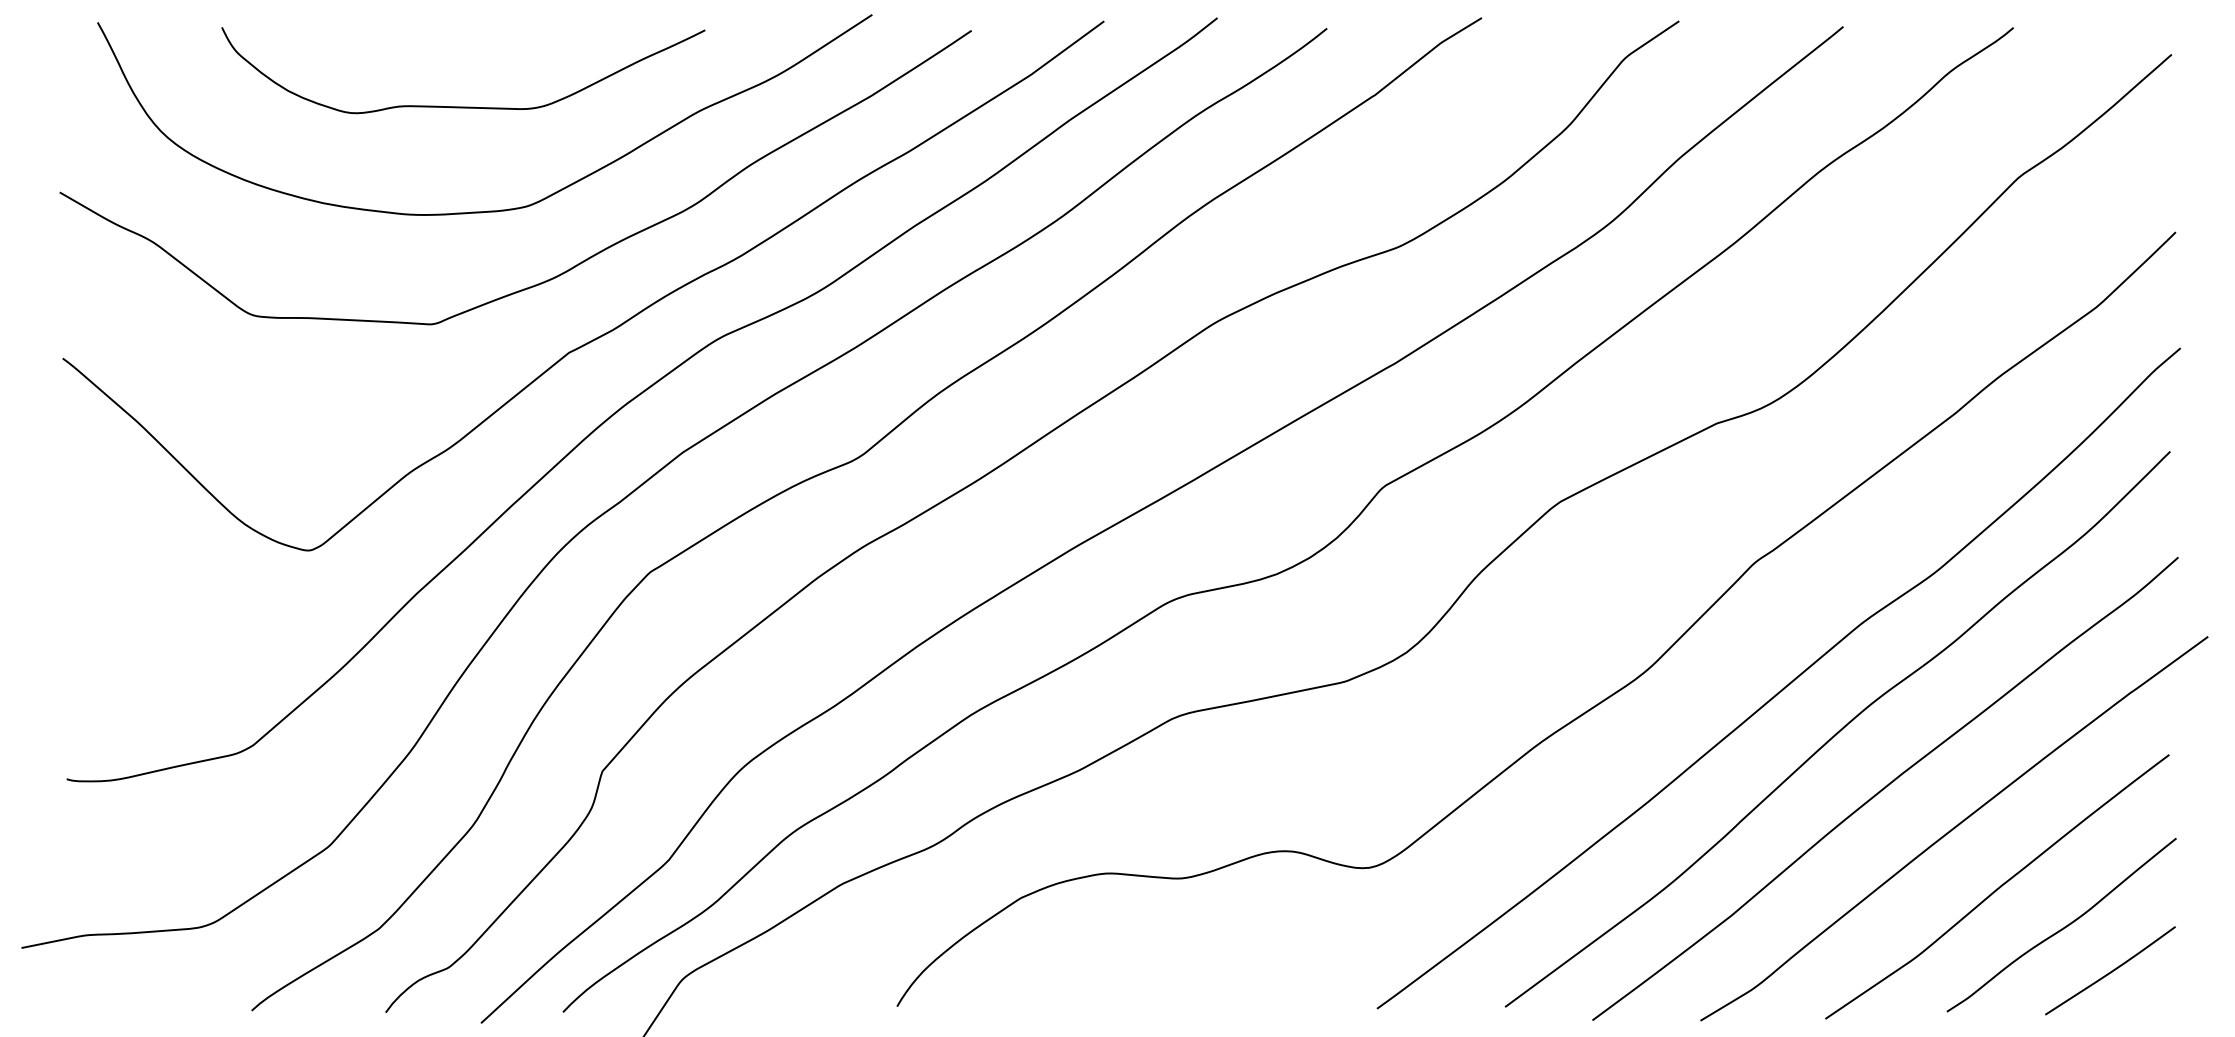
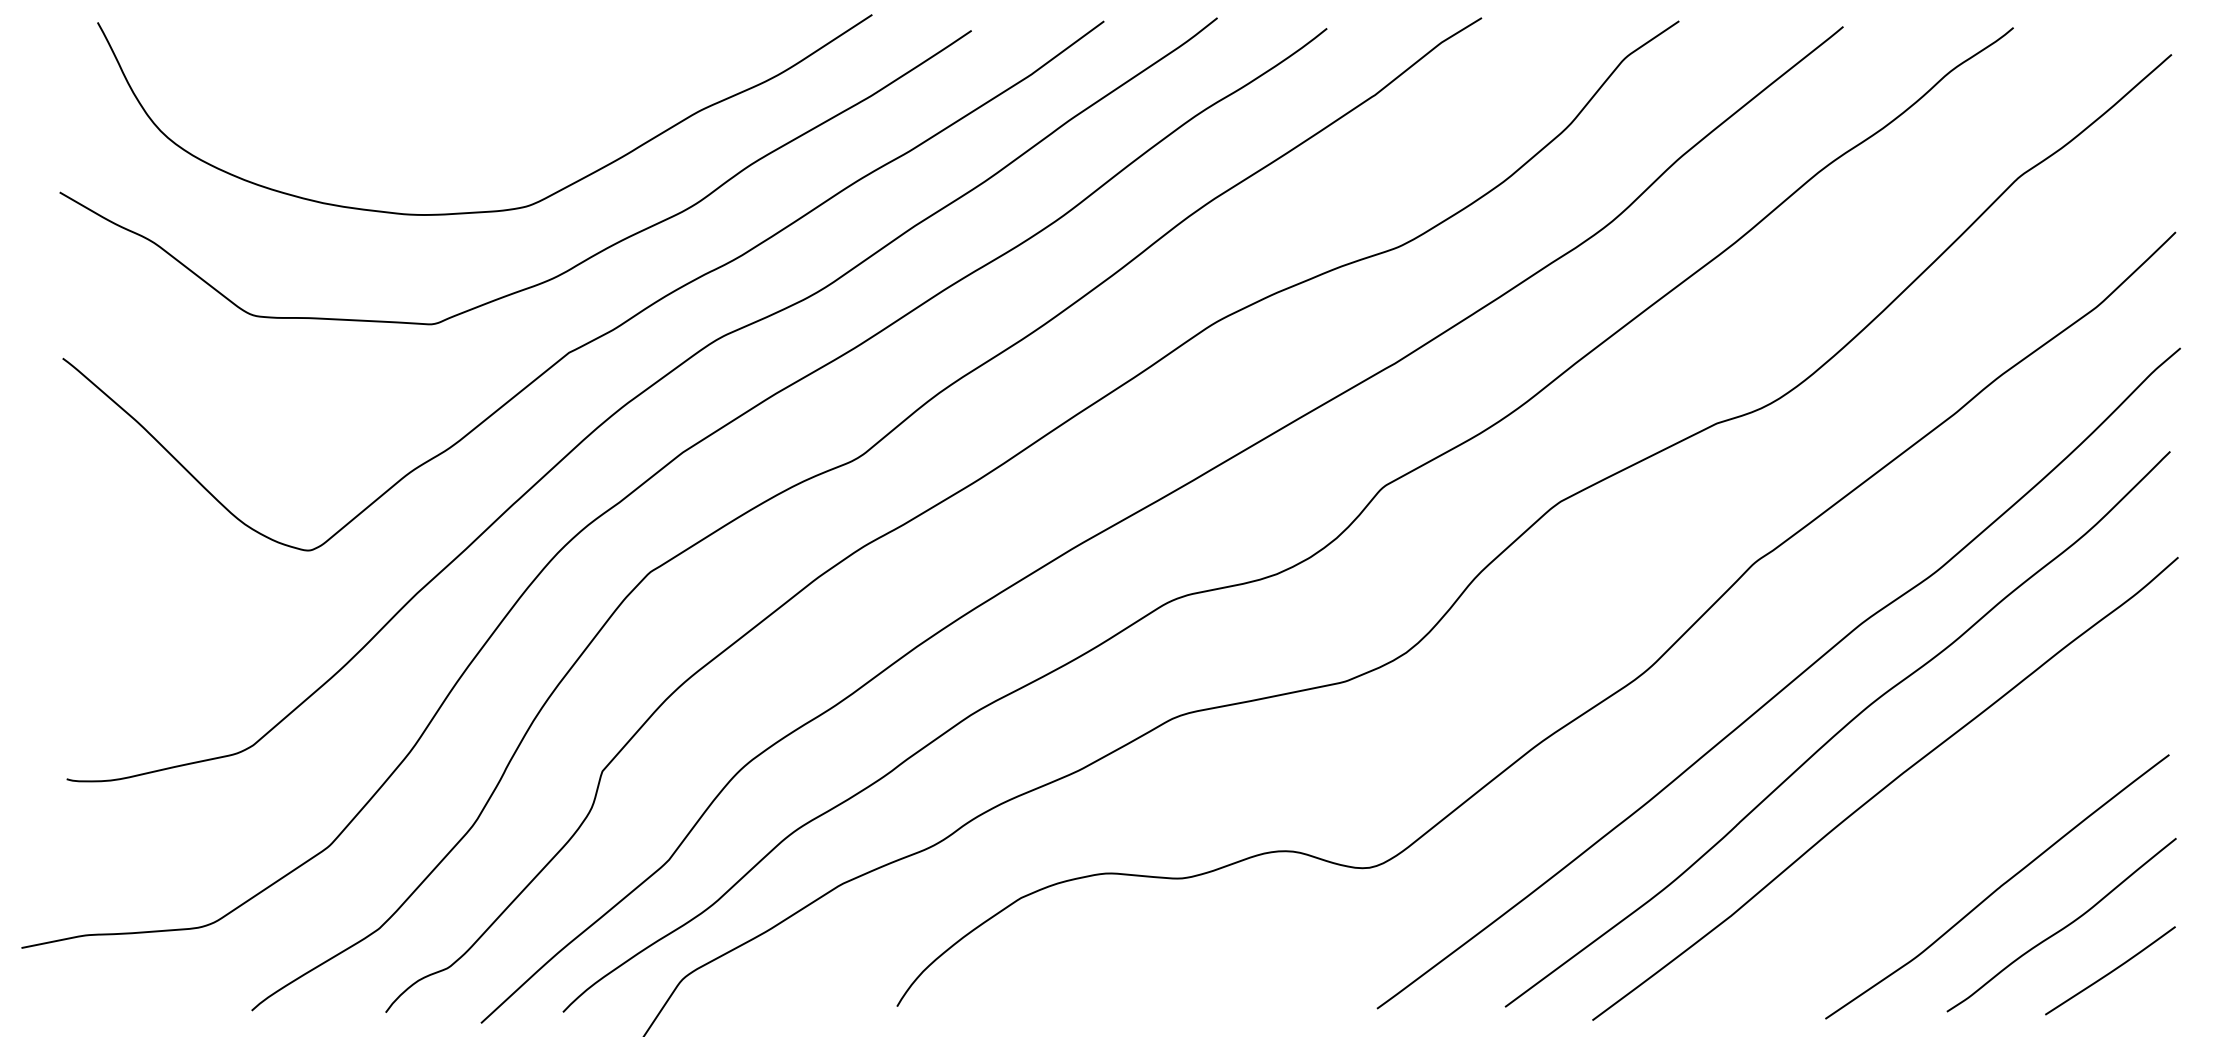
curve at (463, 106): present -> none
curve at (1954, 828): present -> none
